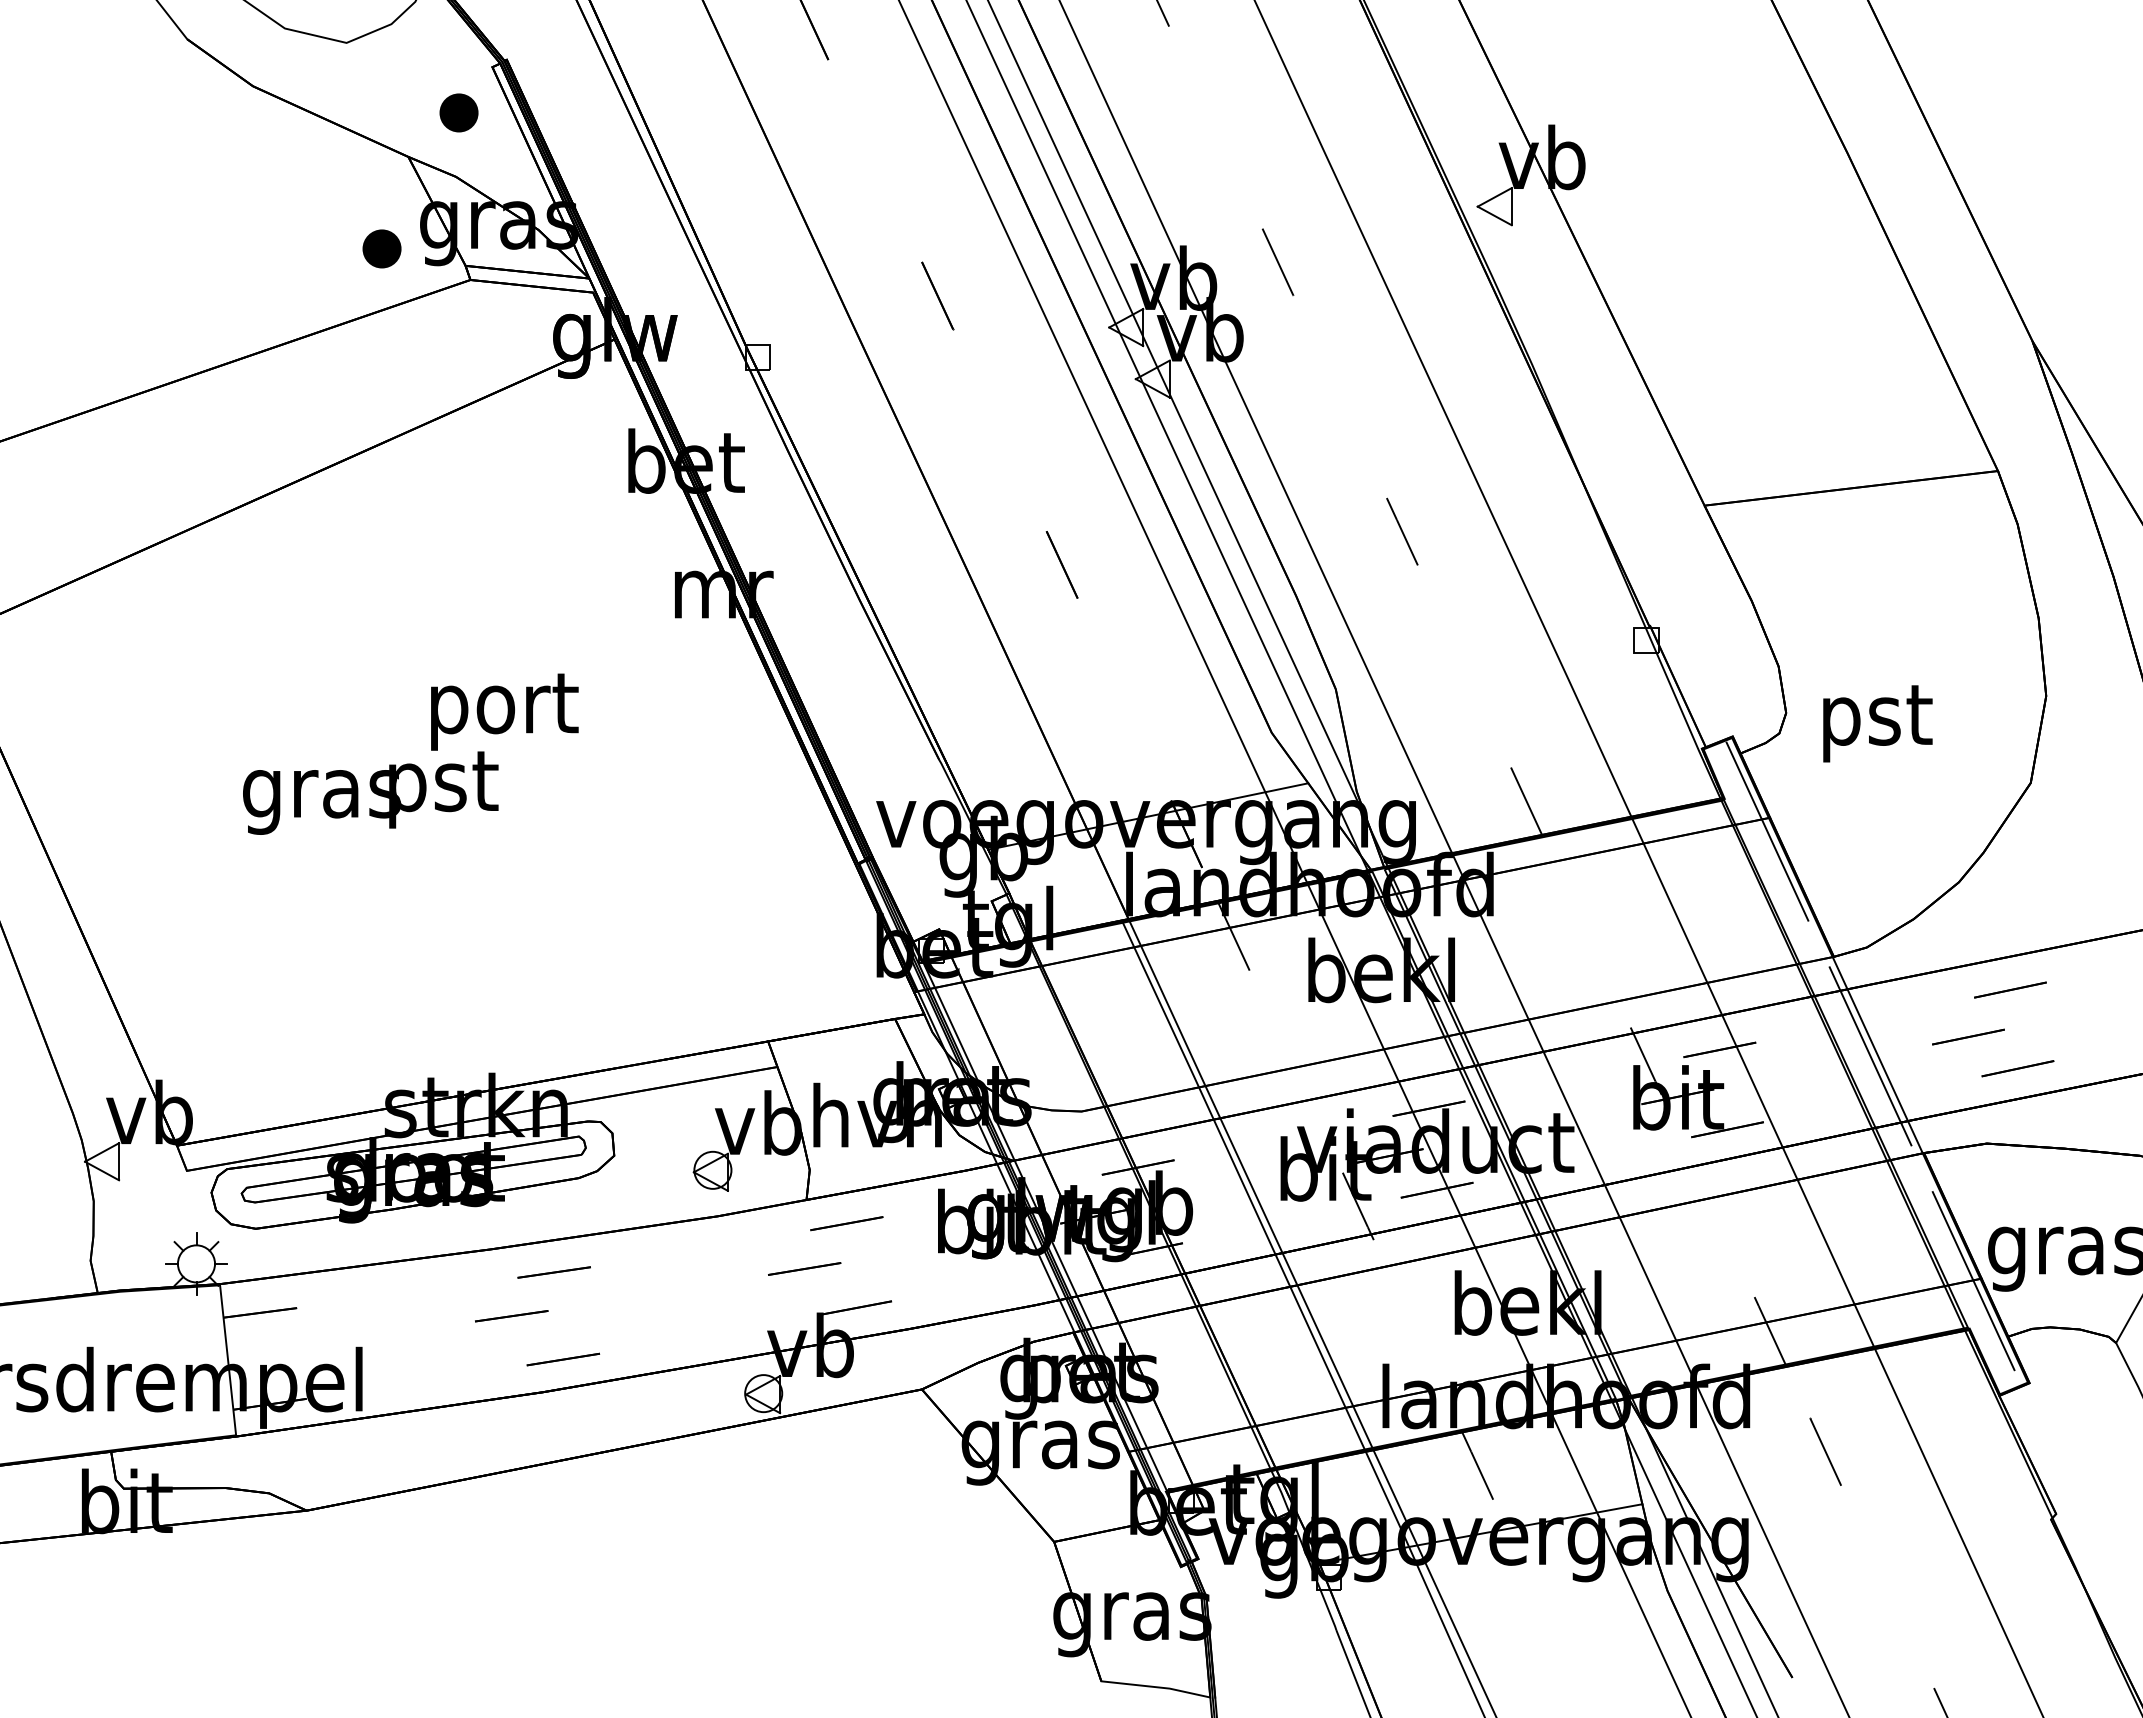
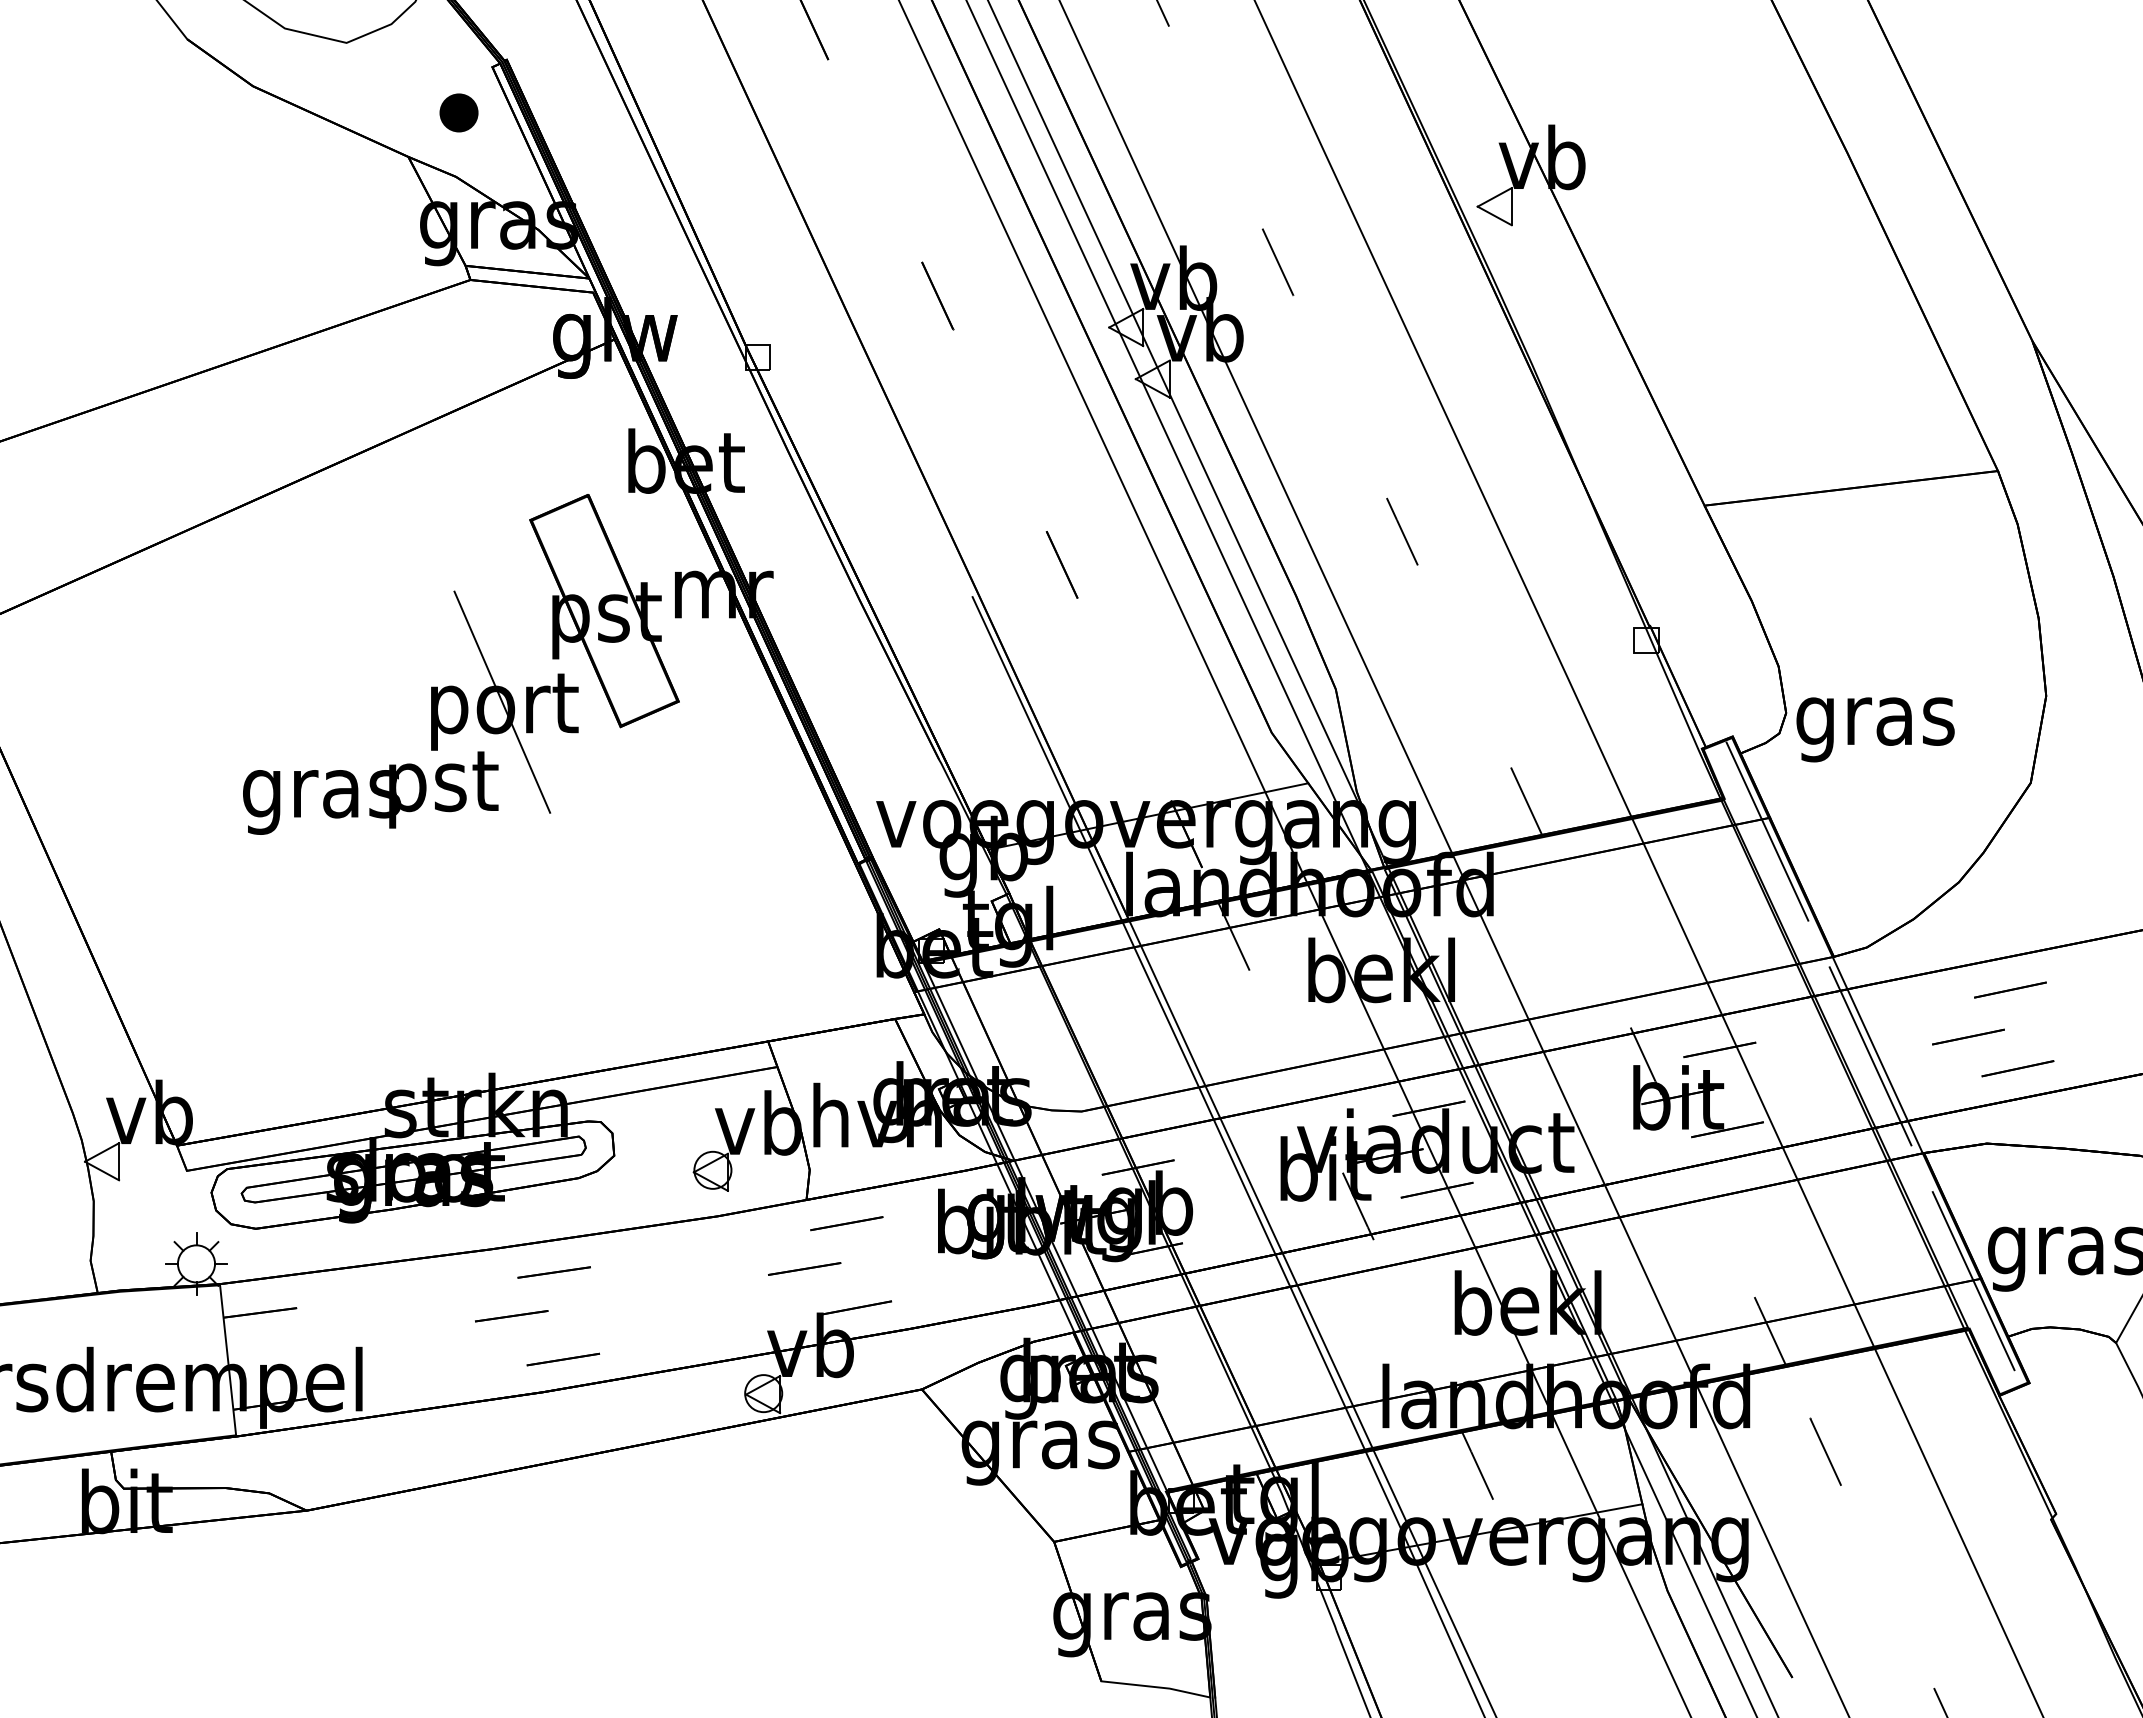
part at (381, 248): present -> none
part at (604, 611): none -> present
line at (502, 701): none -> present
text at (1875, 723): pst -> gras
line at (1046, 758): none -> present
